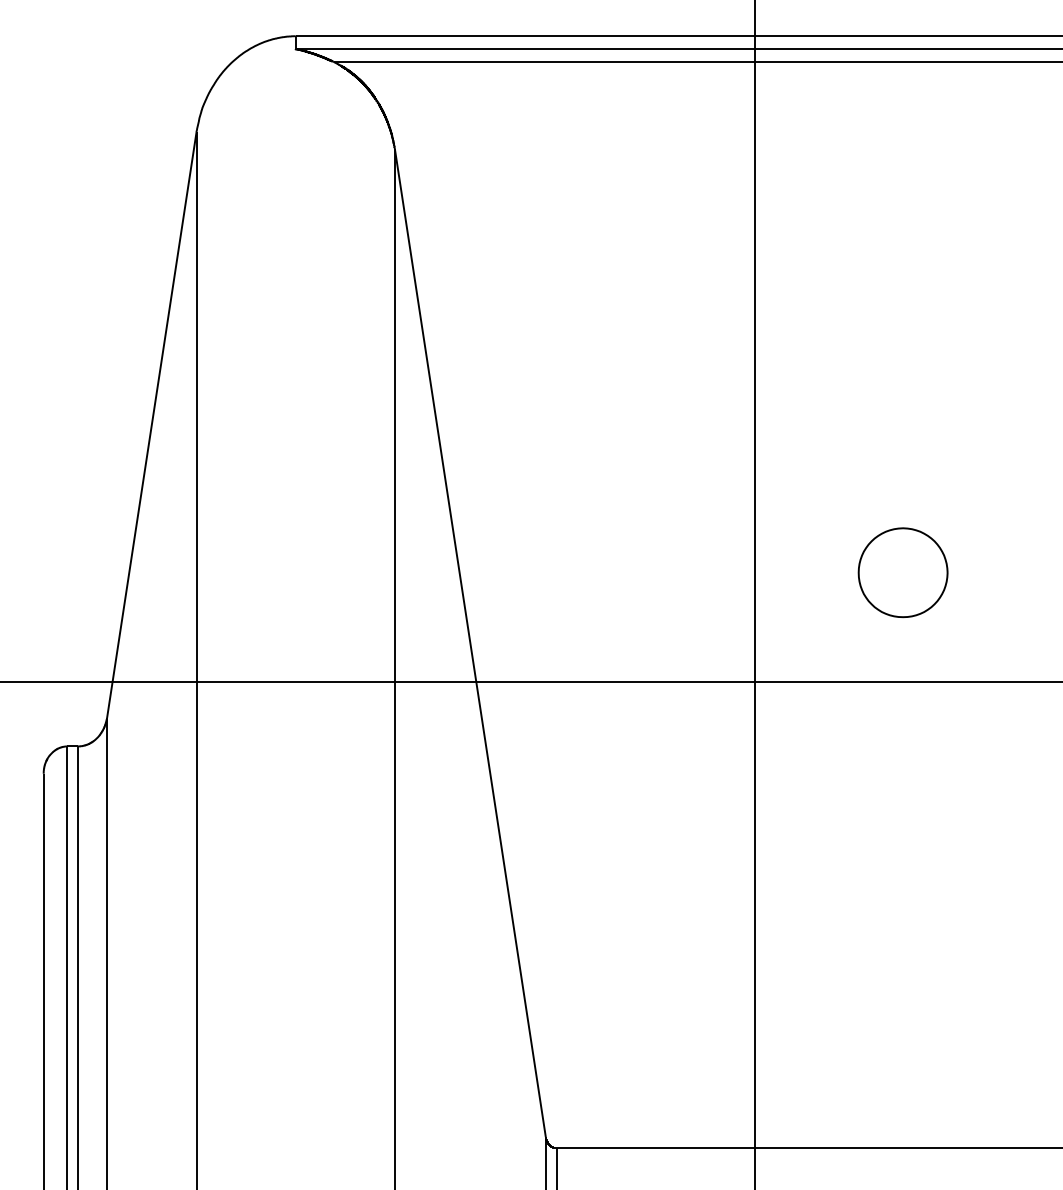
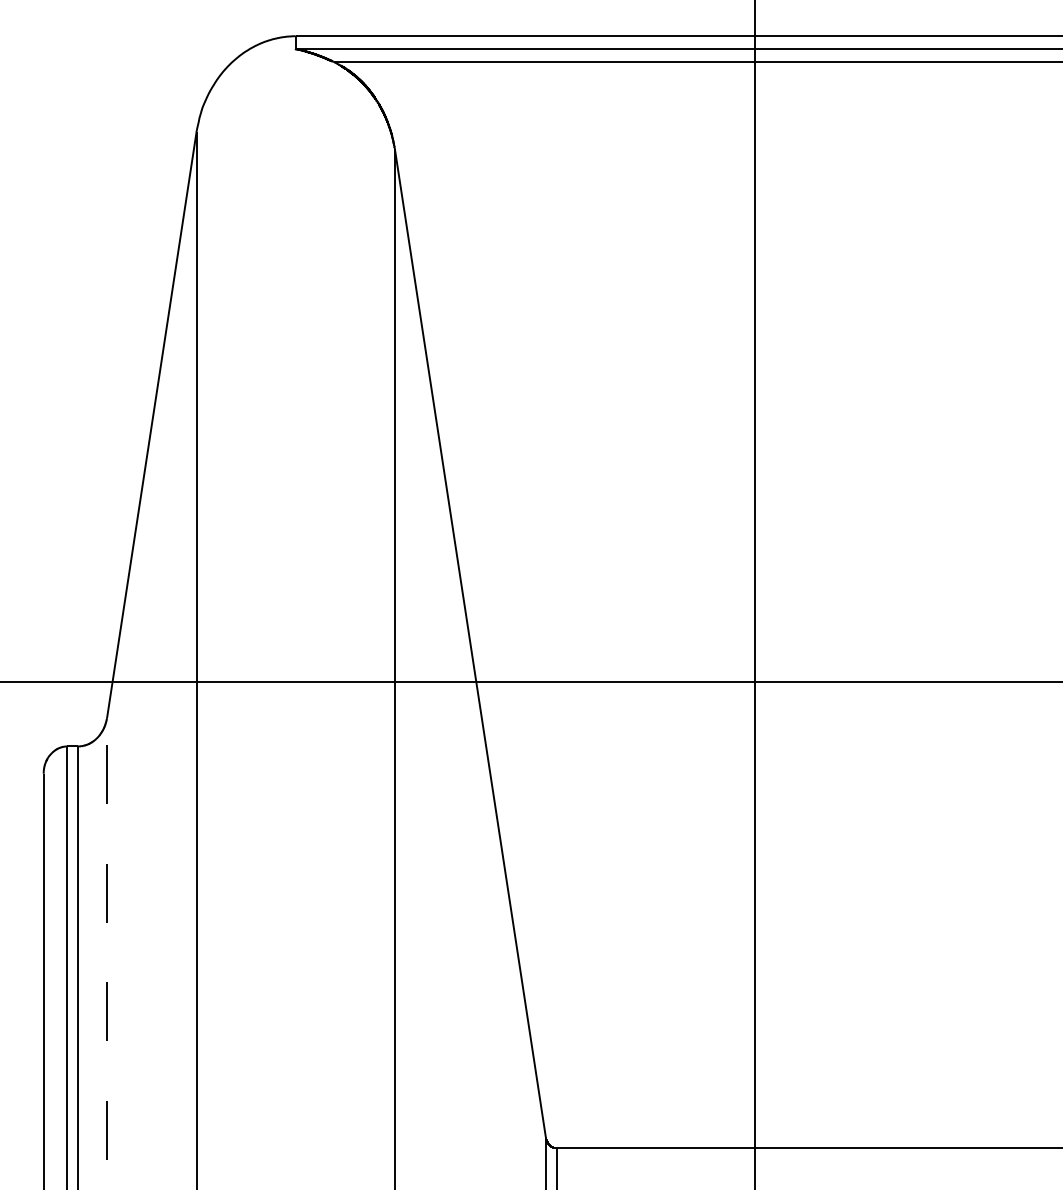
part at (902, 572): present -> none
line at (107, 953): solid -> dashed
